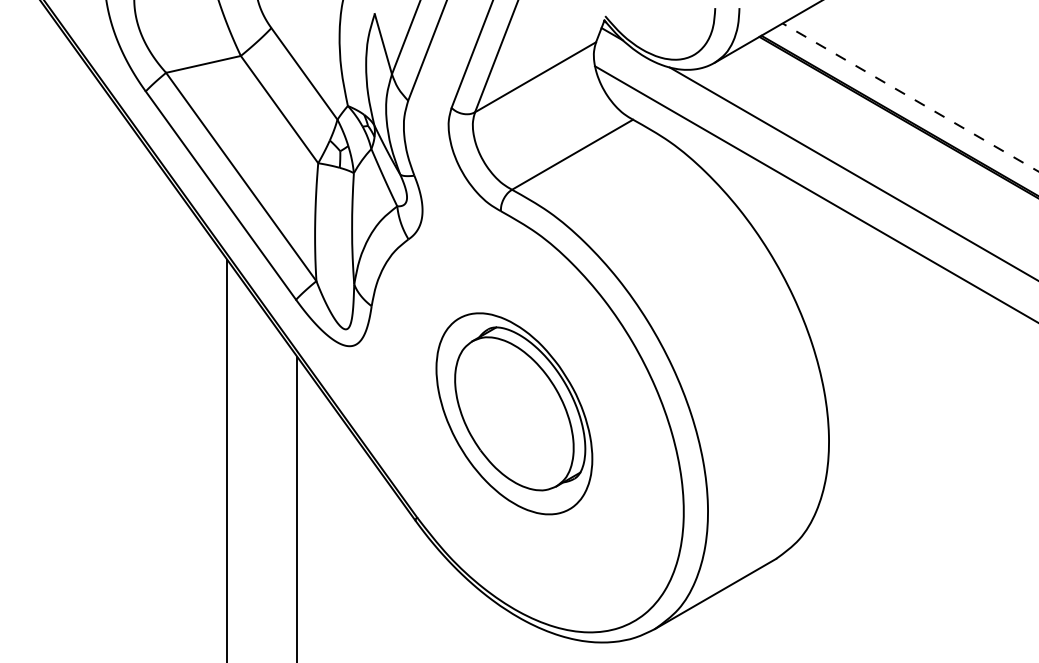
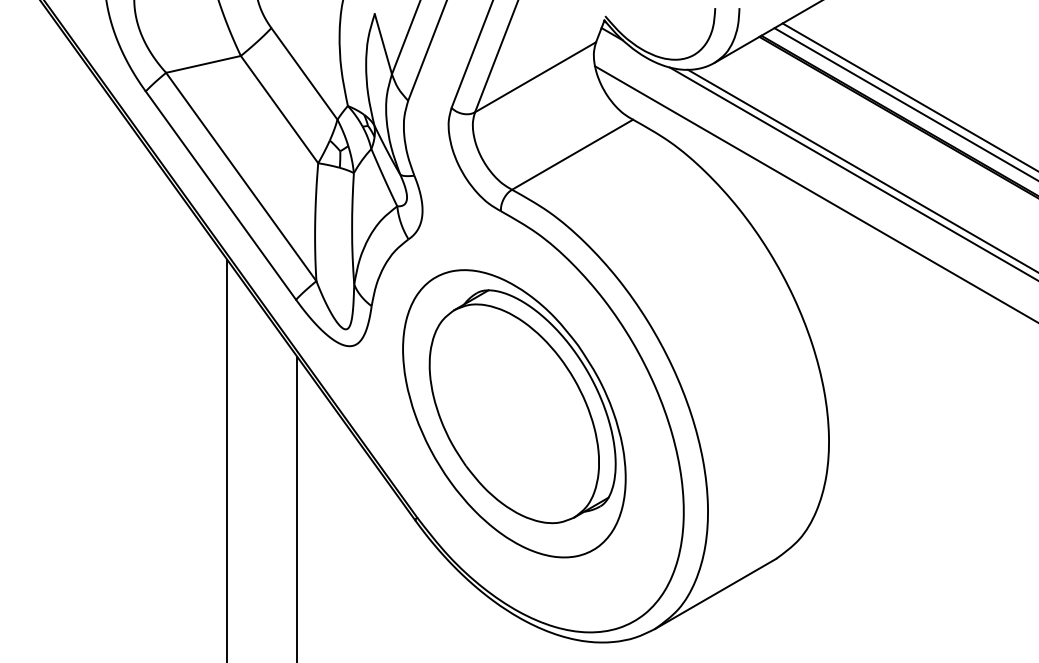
line at (910, 97): dashed -> solid
line at (904, 103): none -> present
line at (861, 169): none -> present
part at (514, 413) size: 159x204 px -> 225x290 px
